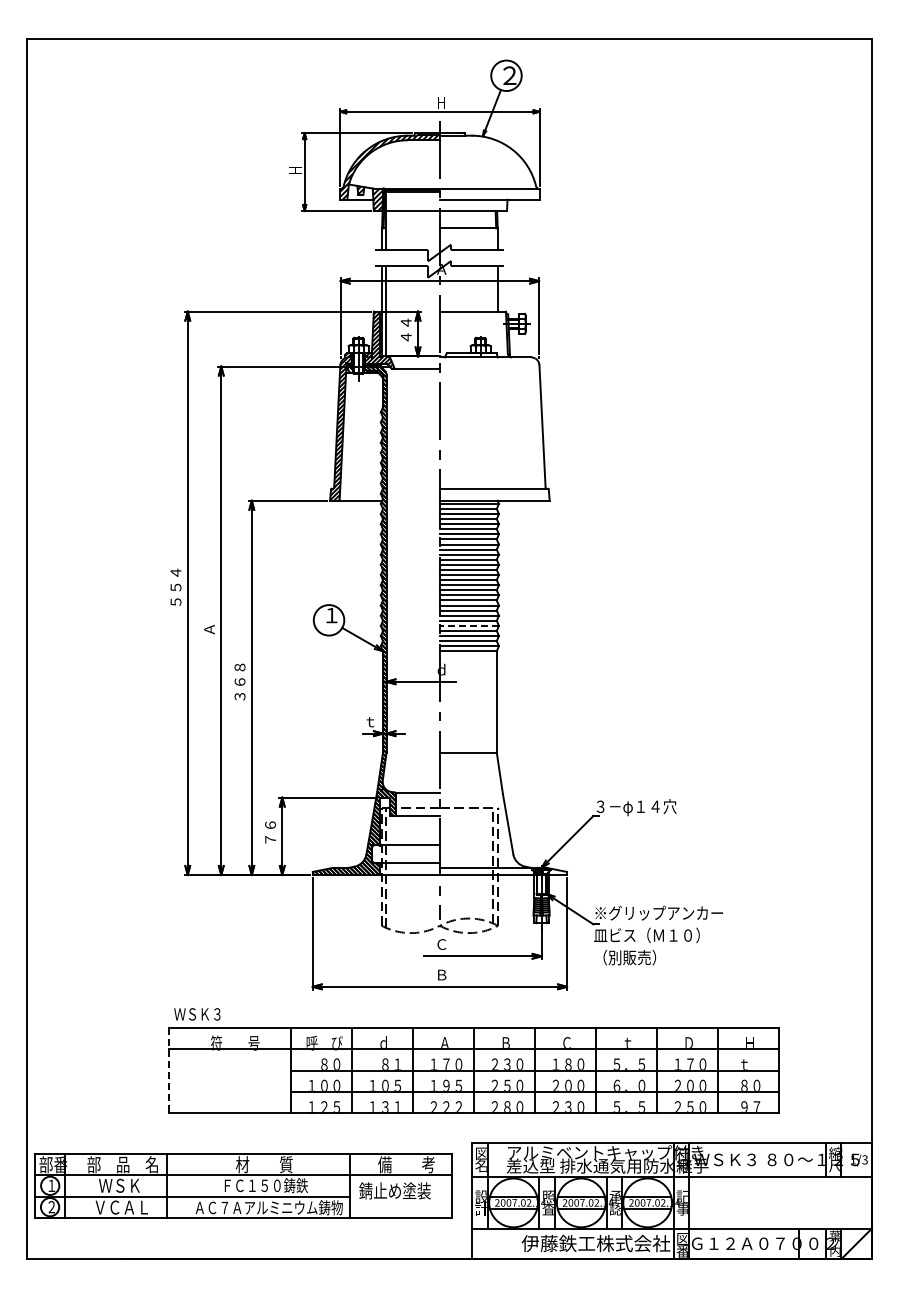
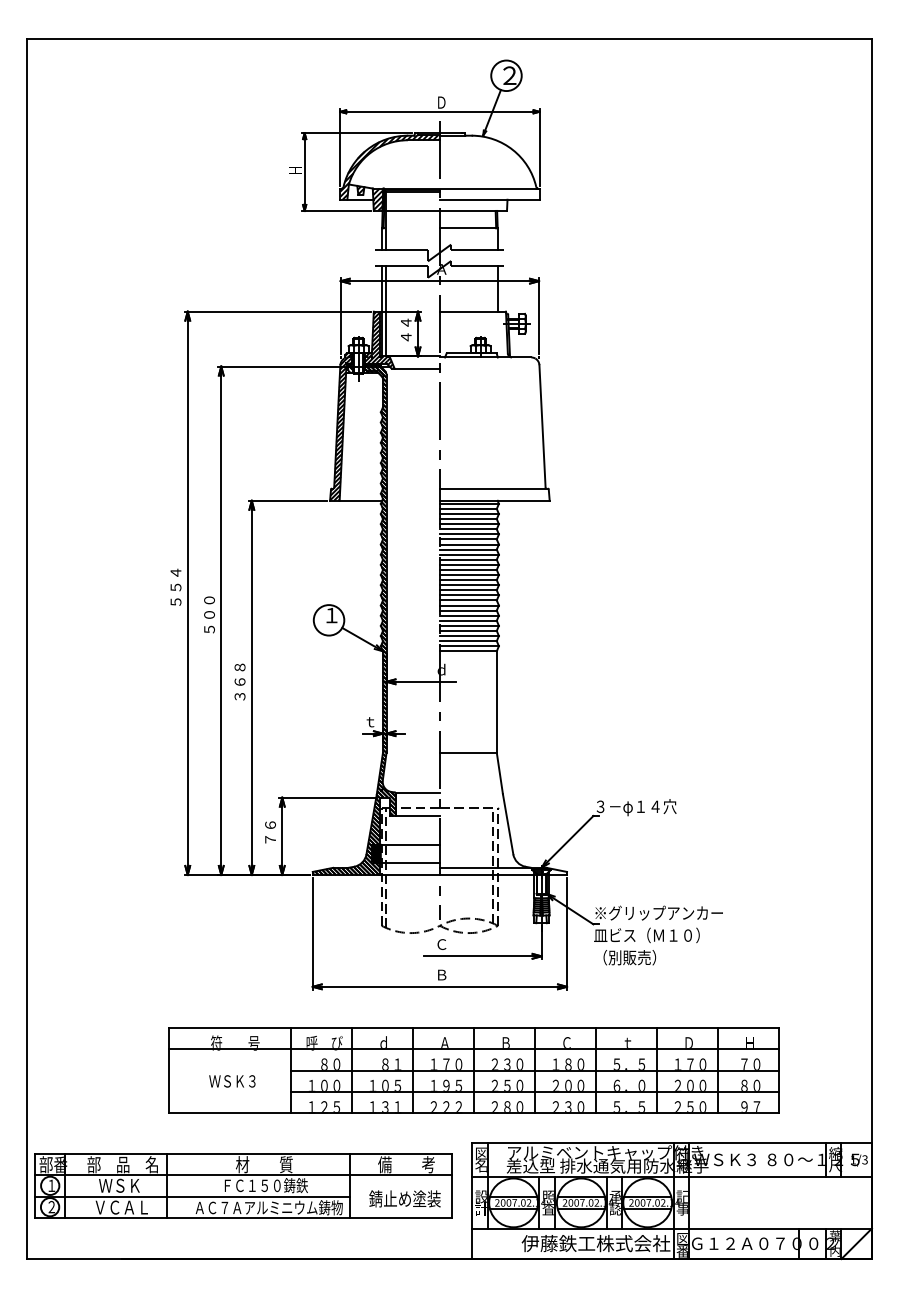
text at (441, 102): Ｈ -> Ｄ
text at (209, 615): Ａ -> ５００
line at (468, 625): dashed -> solid
fill at (376, 853): none -> present
text at (197, 1014) position: (197, 1014) -> (232, 1081)
text at (750, 1063): ｔ -> ７０
line at (168, 1070): dashed -> solid
text at (394, 1190) position: (394, 1190) -> (404, 1198)
